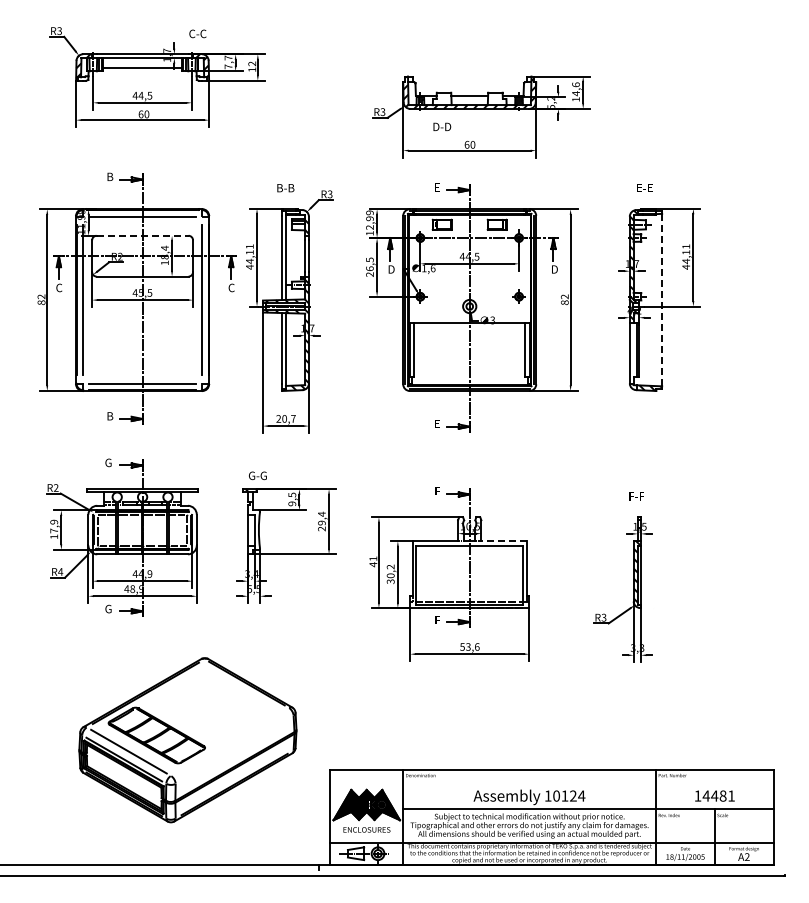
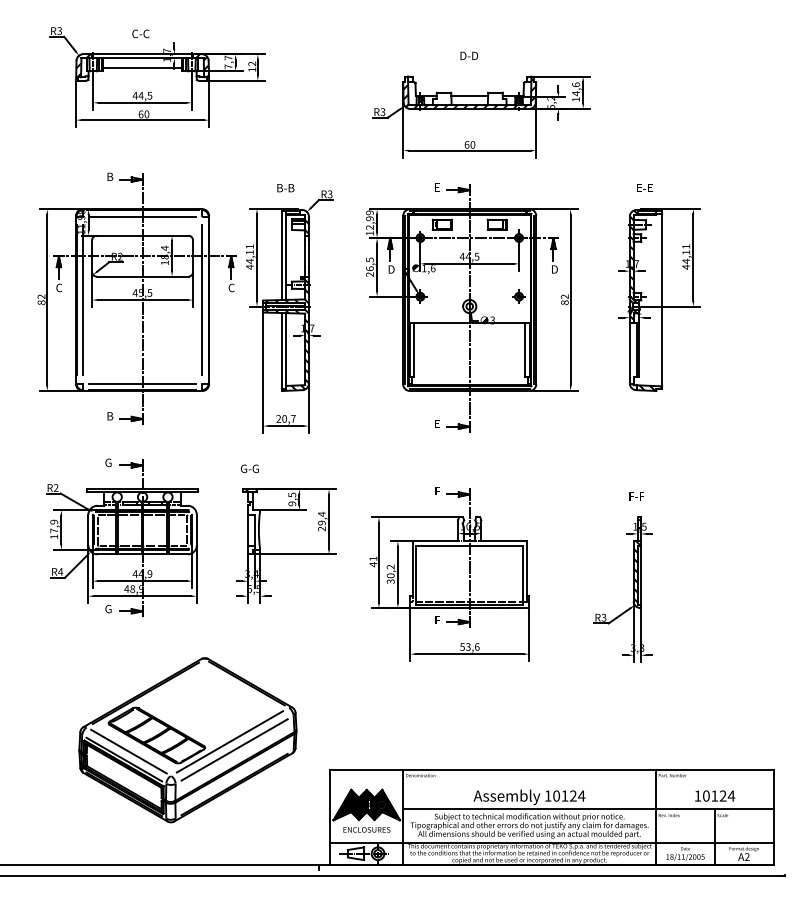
text at (197, 33) position: (197, 33) -> (140, 33)
text at (442, 126) position: (442, 126) -> (469, 55)
line at (142, 235): dashed -> solid
line at (662, 300): dashed -> solid
text at (257, 475) position: (257, 475) -> (249, 468)
line at (504, 541): dashed -> solid
line at (229, 741): none -> present
line at (234, 749): none -> present
text at (718, 795): 14481 -> 10124
